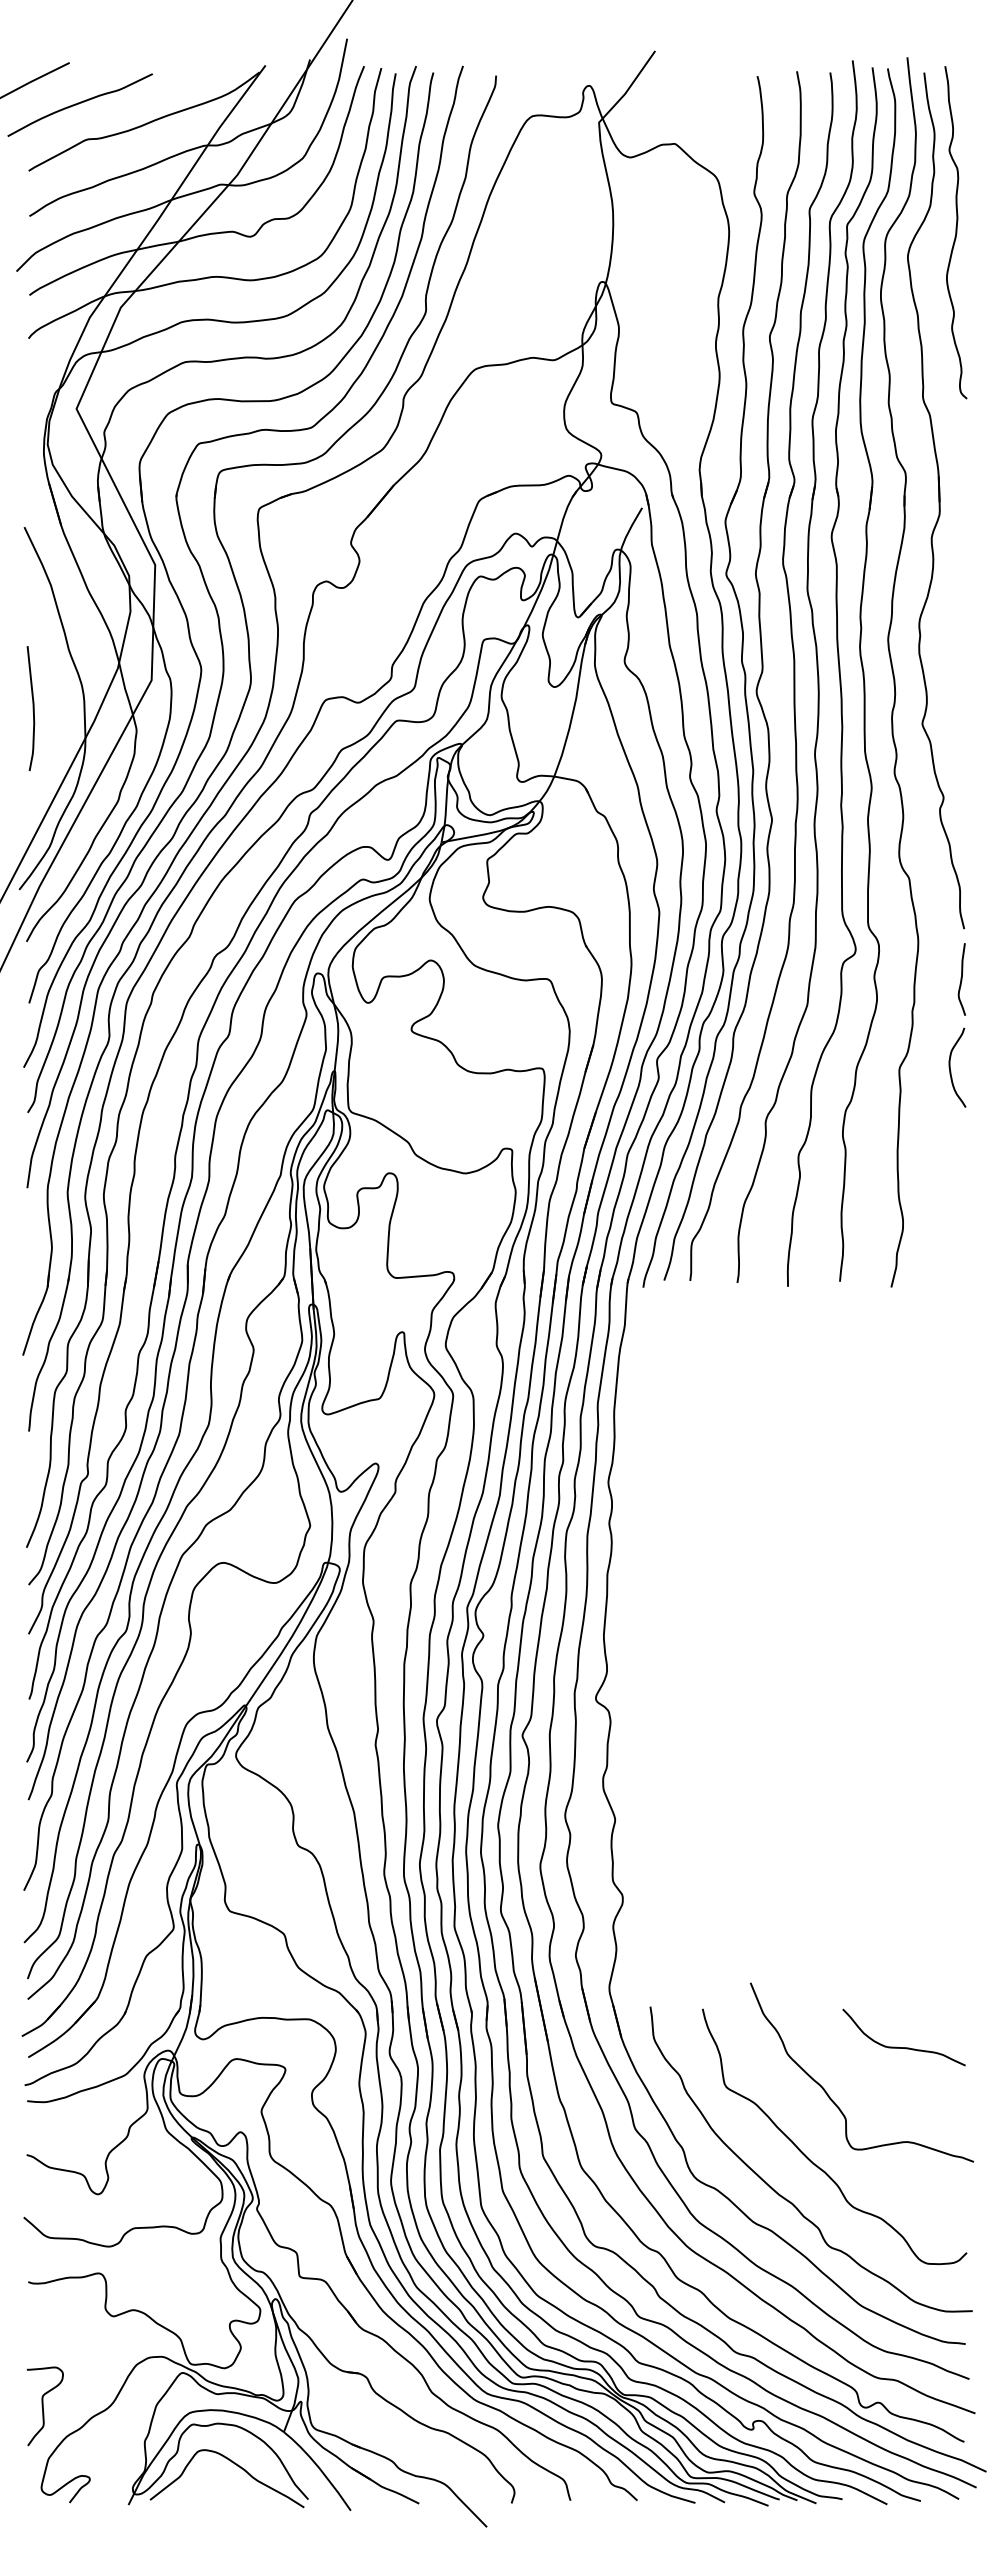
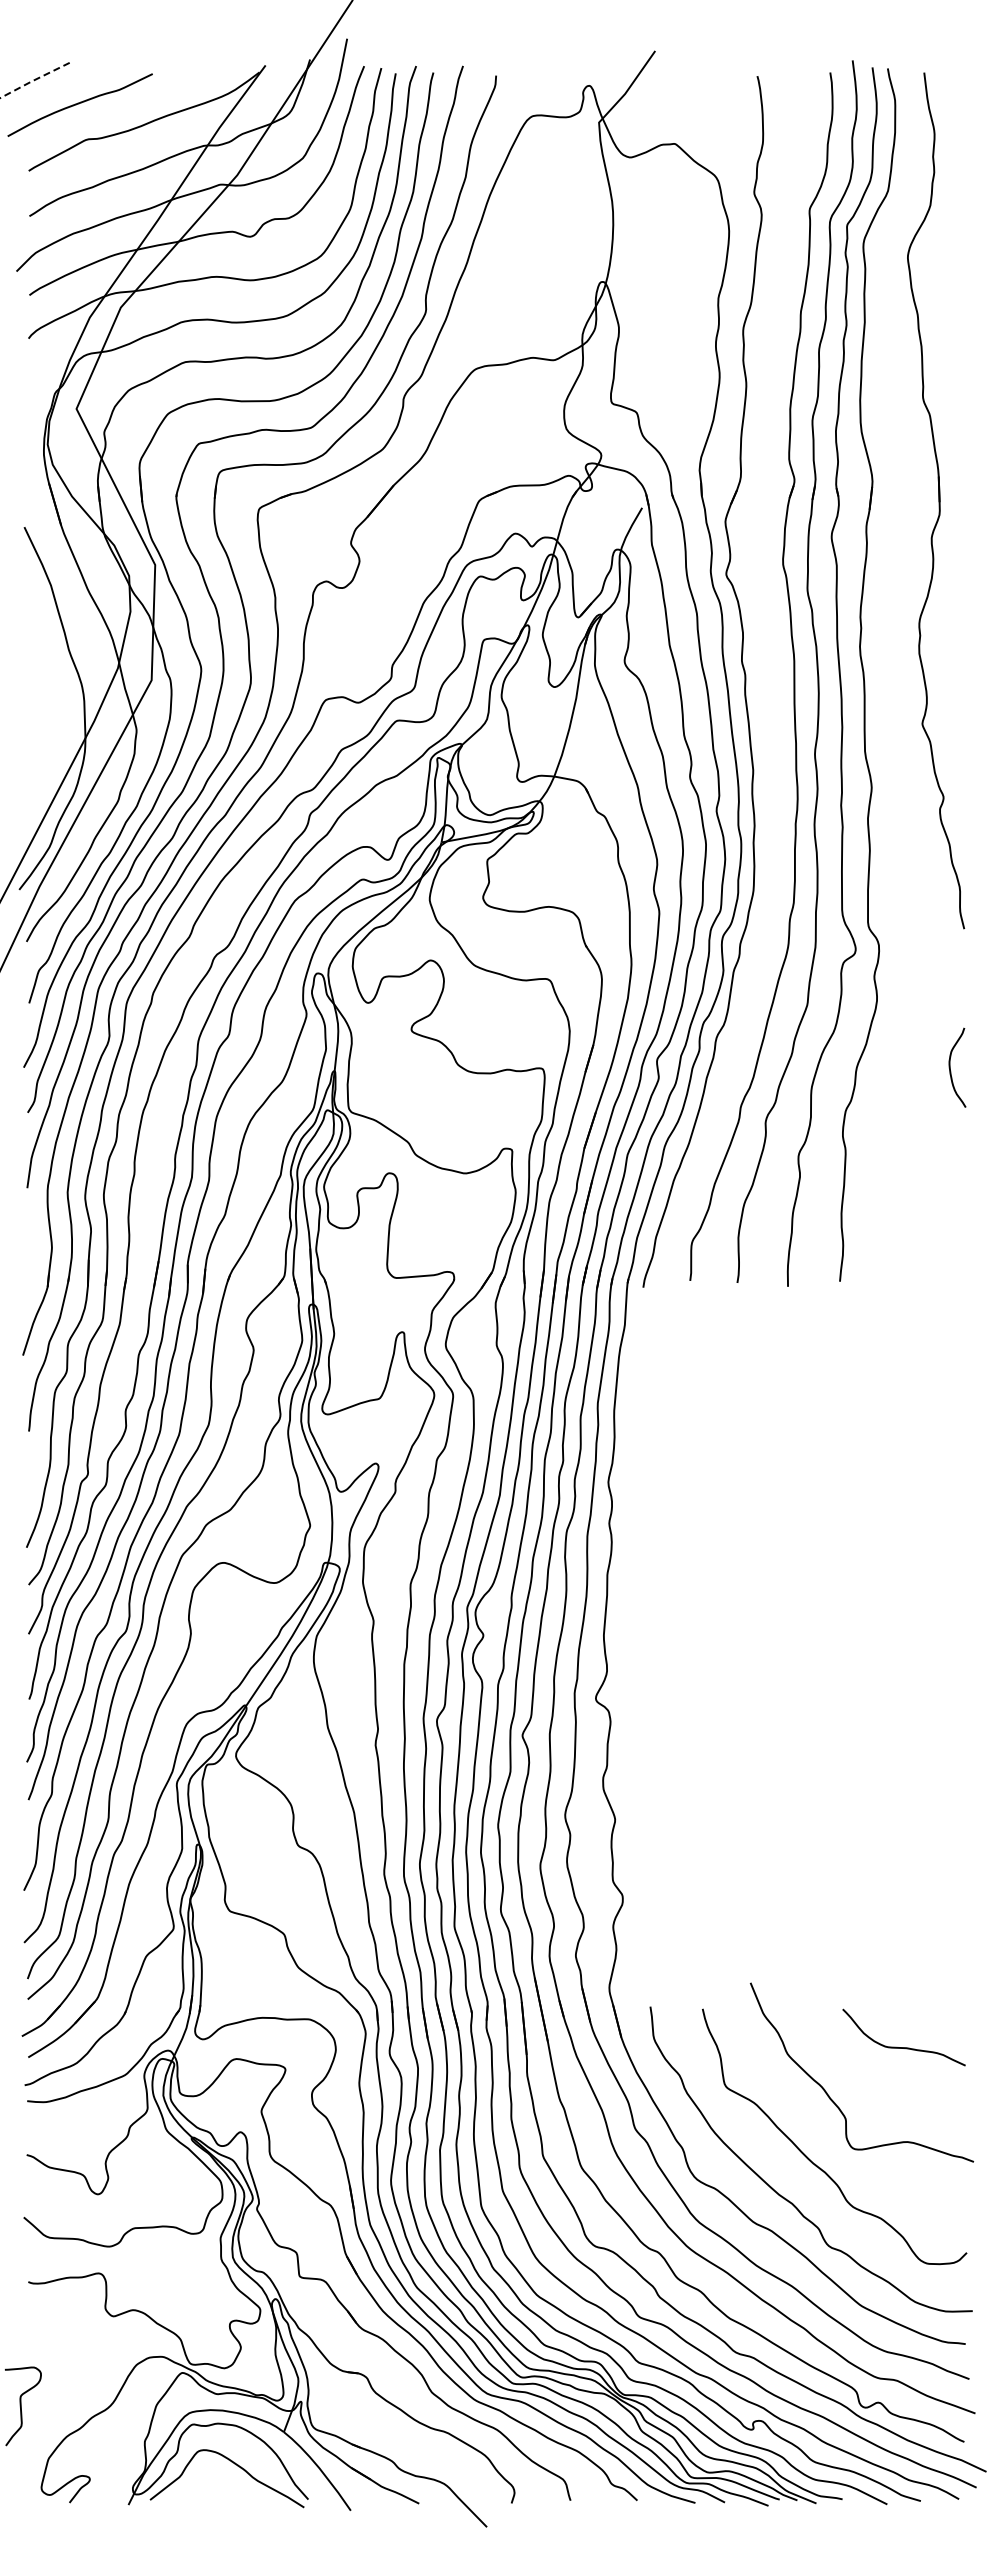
line at (34, 80): solid -> dashed
curve at (955, 232): present -> none
part at (899, 672): present -> none
part at (757, 681): present -> none
curve at (32, 708): present -> none
curve at (961, 979): present -> none
curve at (43, 2406) position: (43, 2406) -> (21, 2406)
